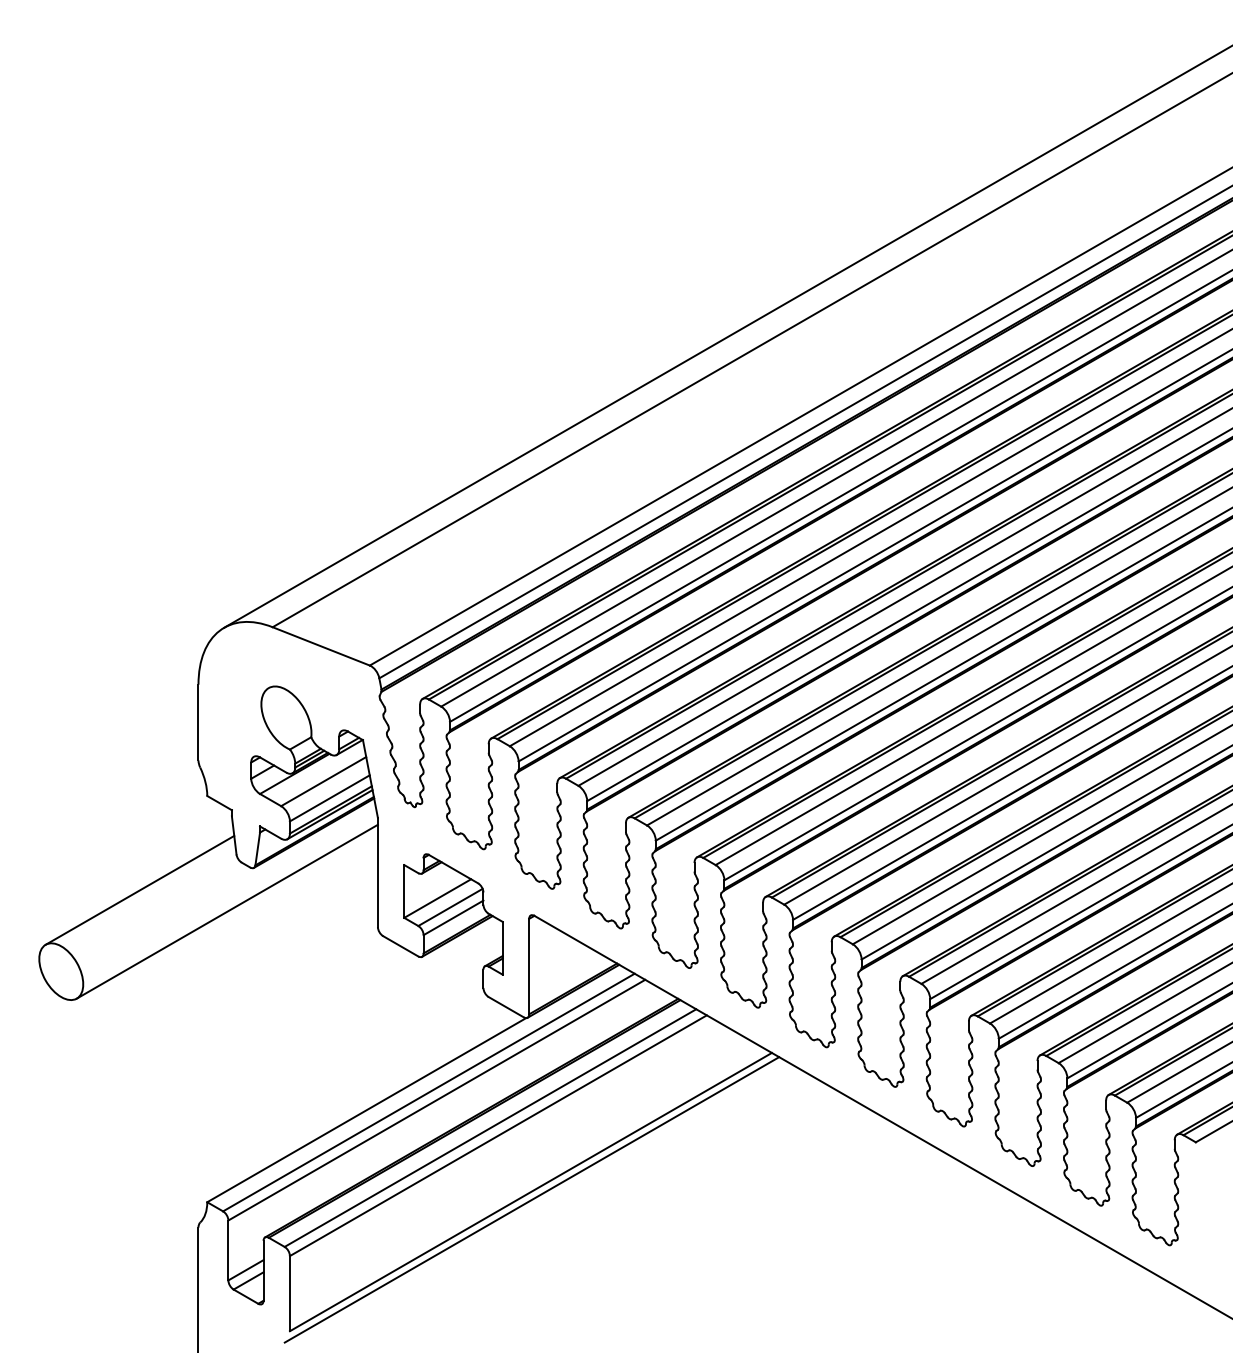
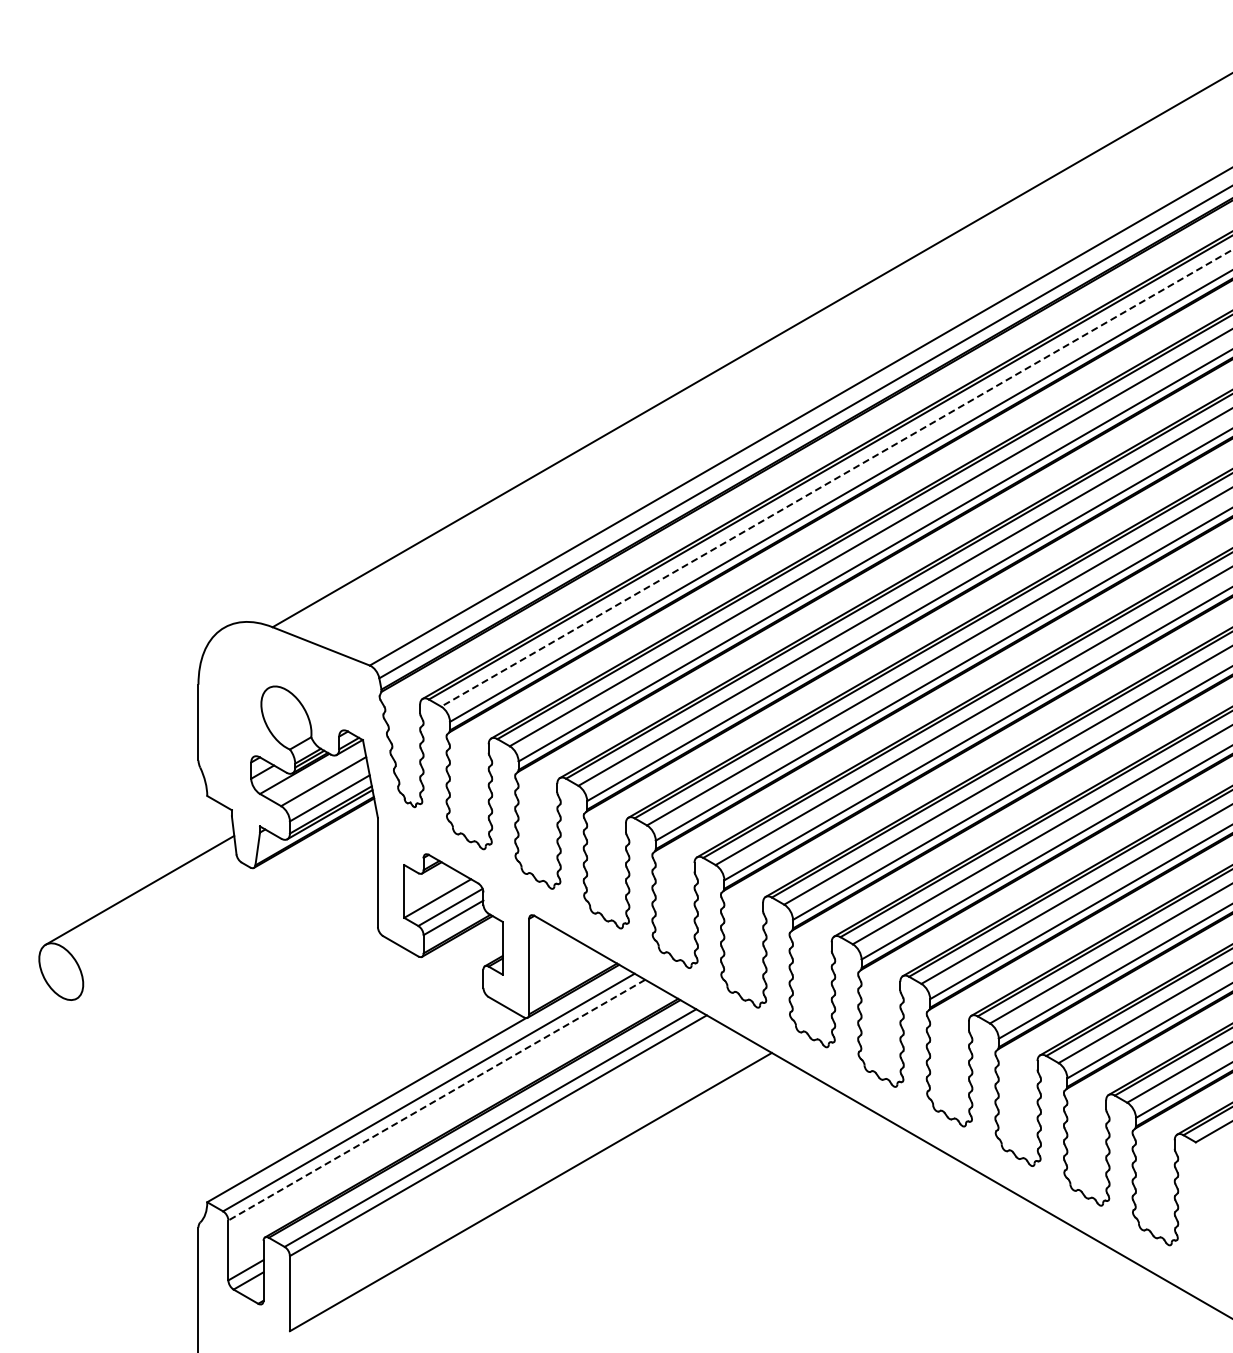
line at (726, 337): present -> none
line at (837, 478): solid -> dashed
line at (226, 911): present -> none
line at (436, 1100): solid -> dashed
line at (531, 1199): present -> none
